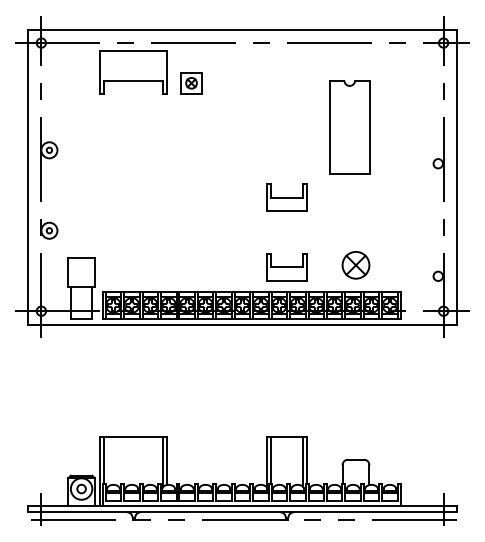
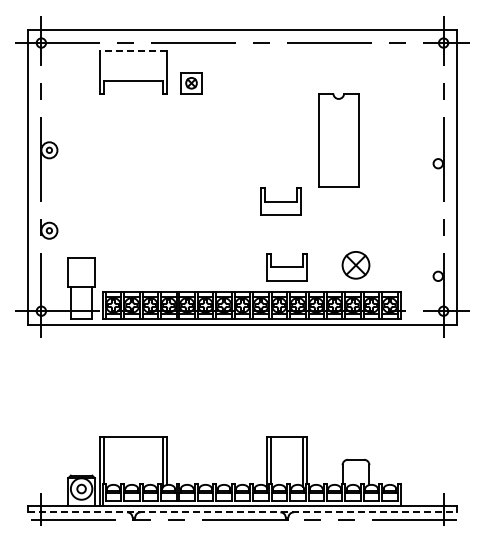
line at (133, 51): solid -> dashed
part at (349, 127) position: (349, 127) -> (338, 140)
part at (286, 197) position: (286, 197) -> (280, 201)
line at (242, 512): solid -> dashed
